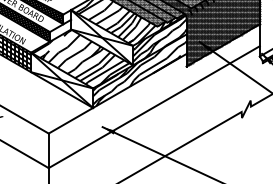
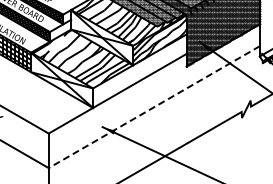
hatch at (139, 73): present -> none
line at (154, 107): solid -> dashed
